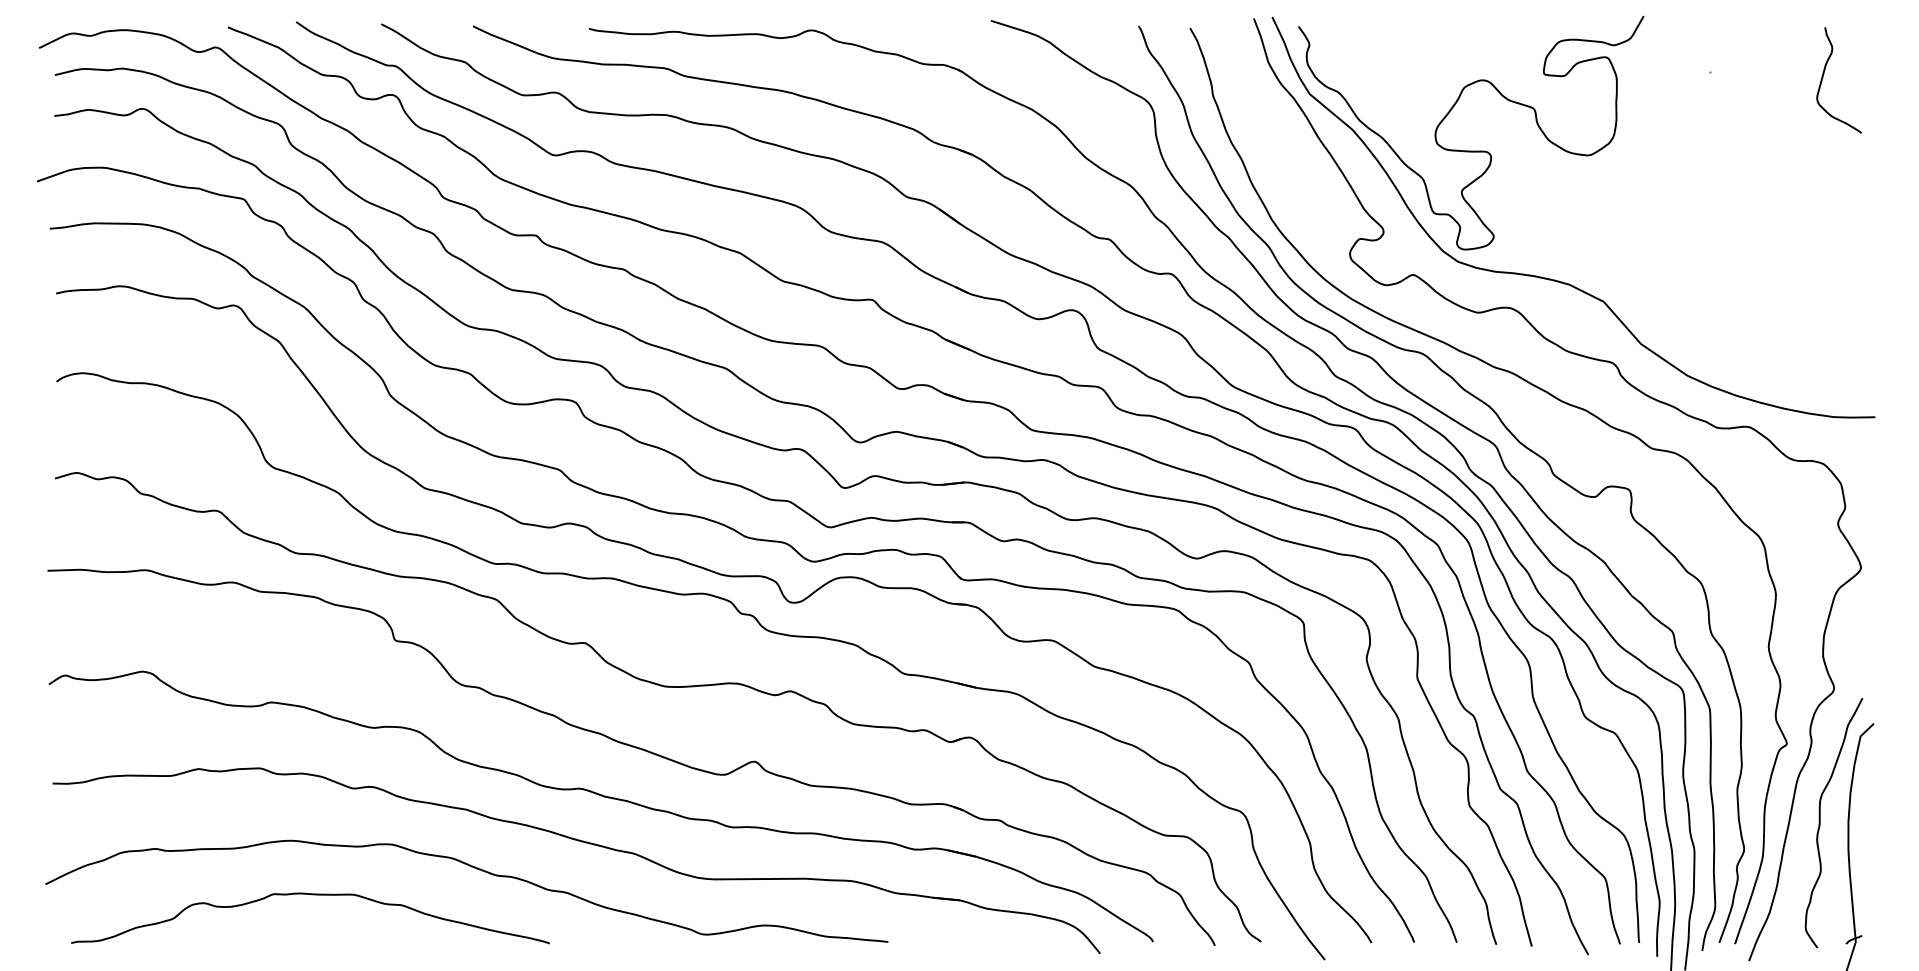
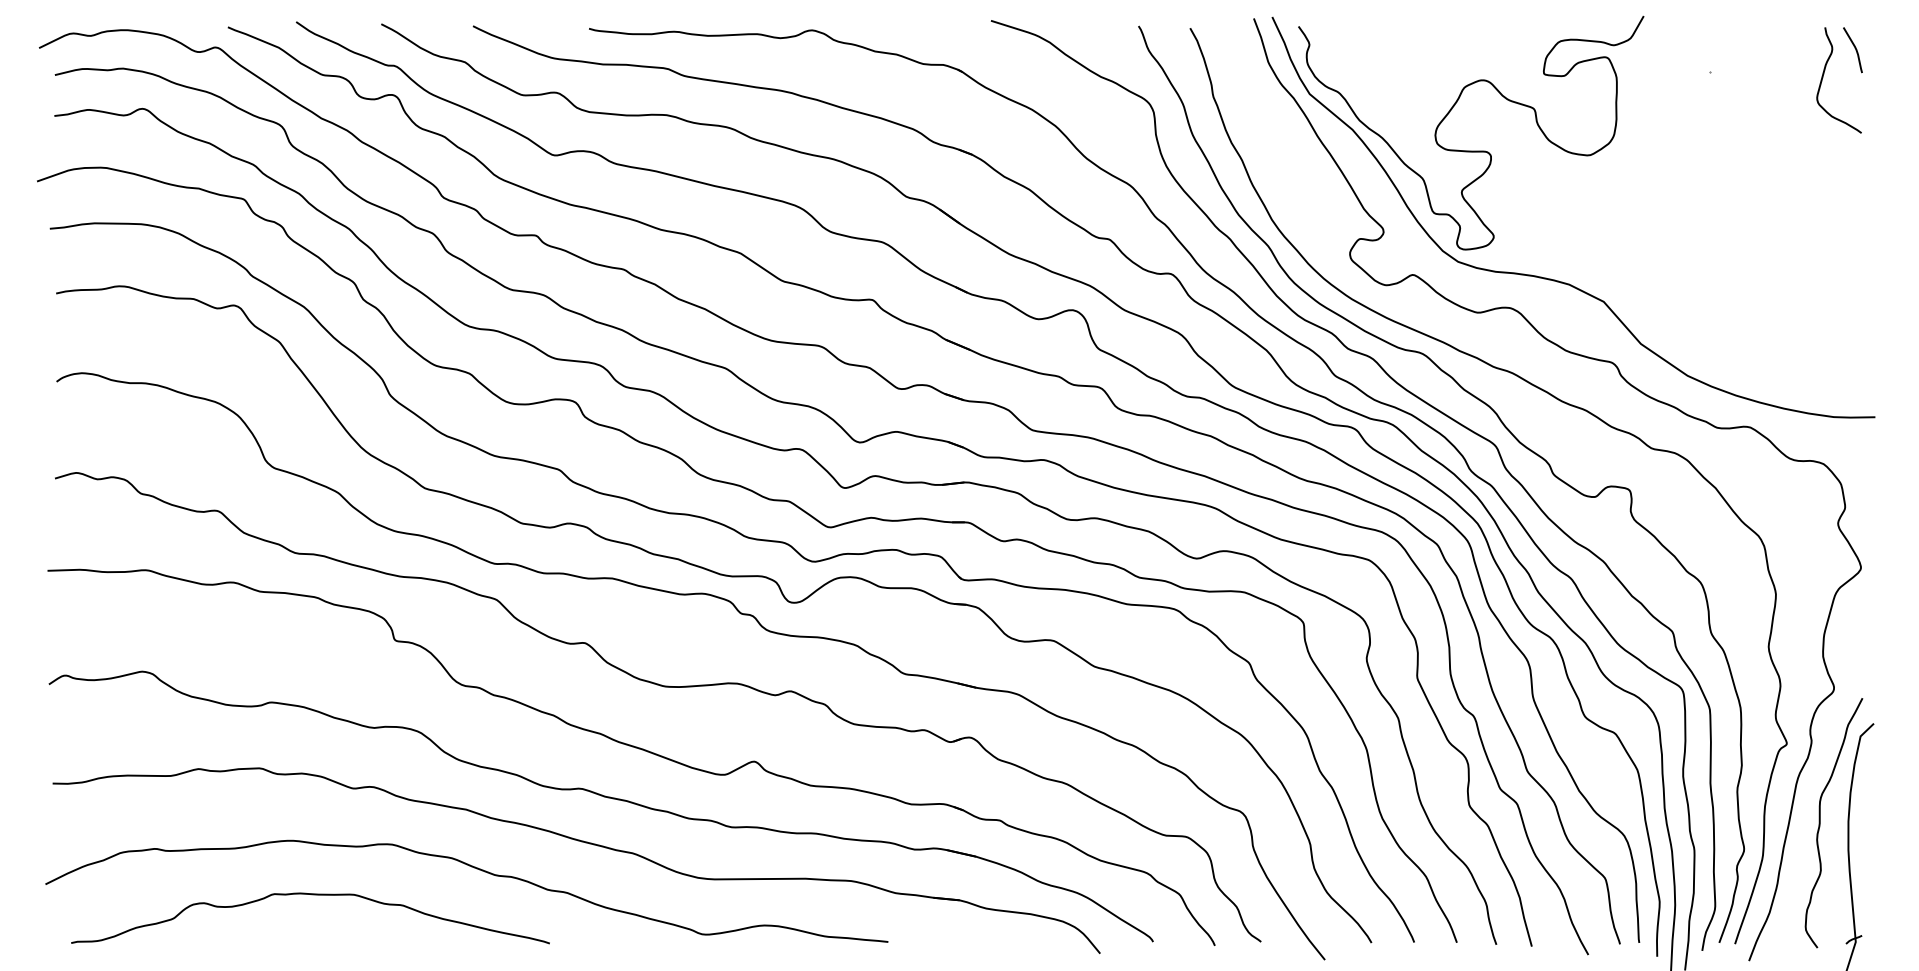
curve at (1854, 48): none -> present
